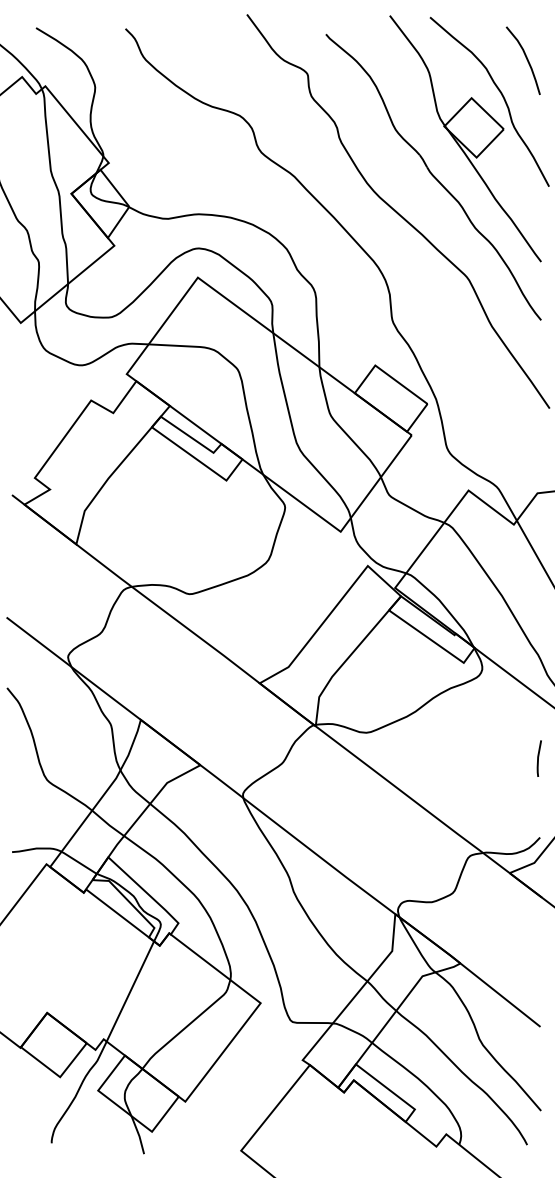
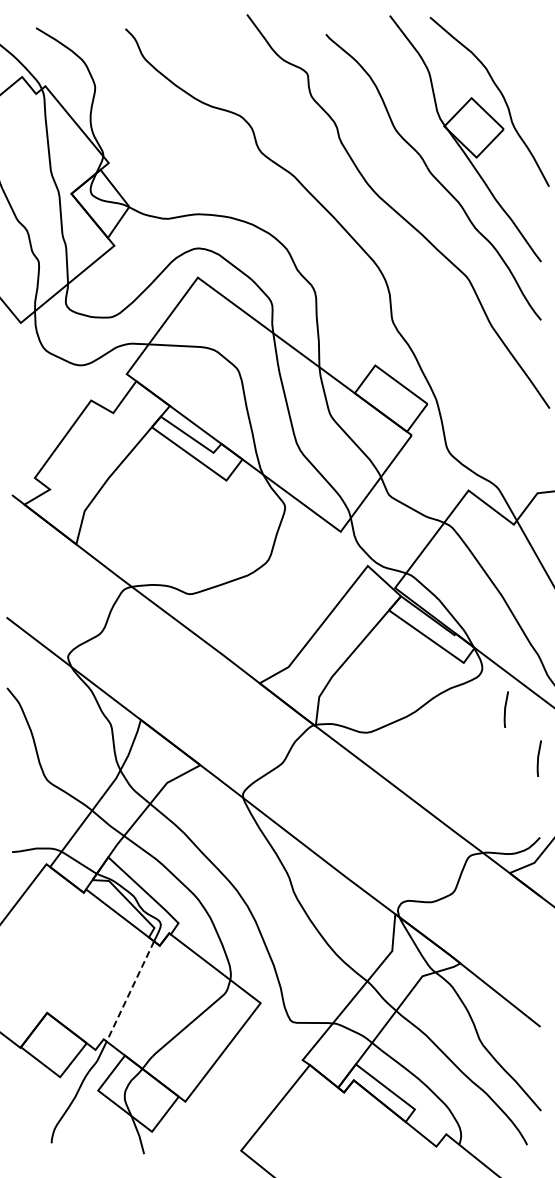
curve at (526, 60): present -> none
line at (505, 709): none -> present
line at (130, 991): solid -> dashed
